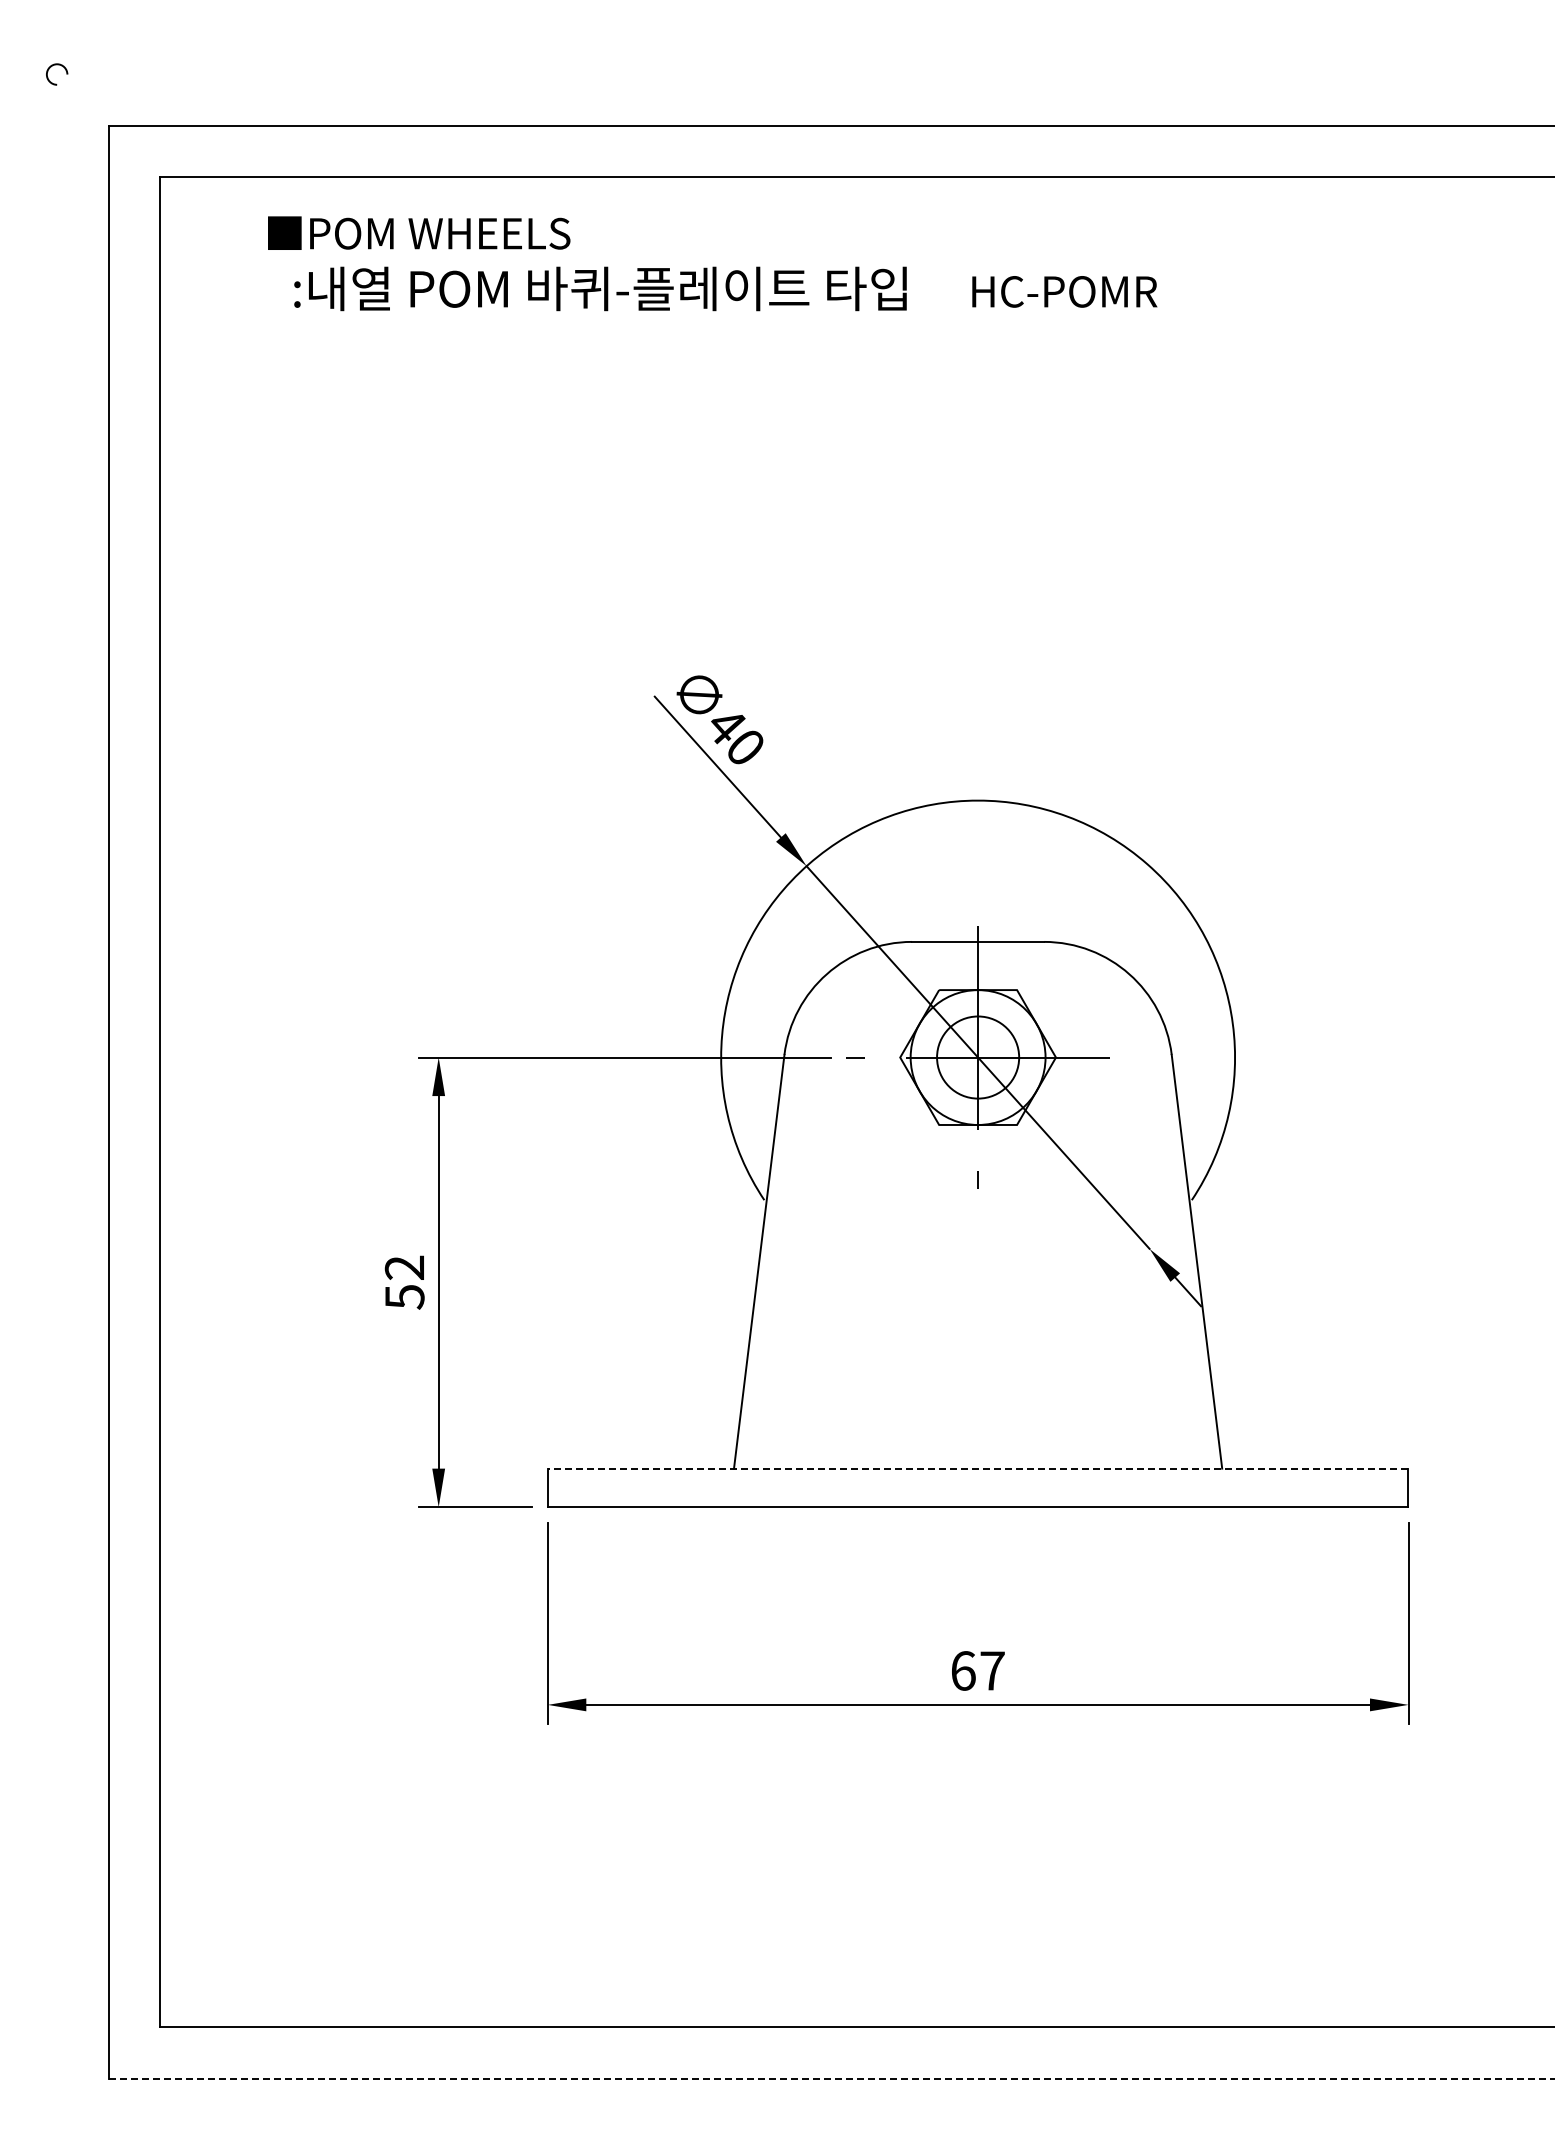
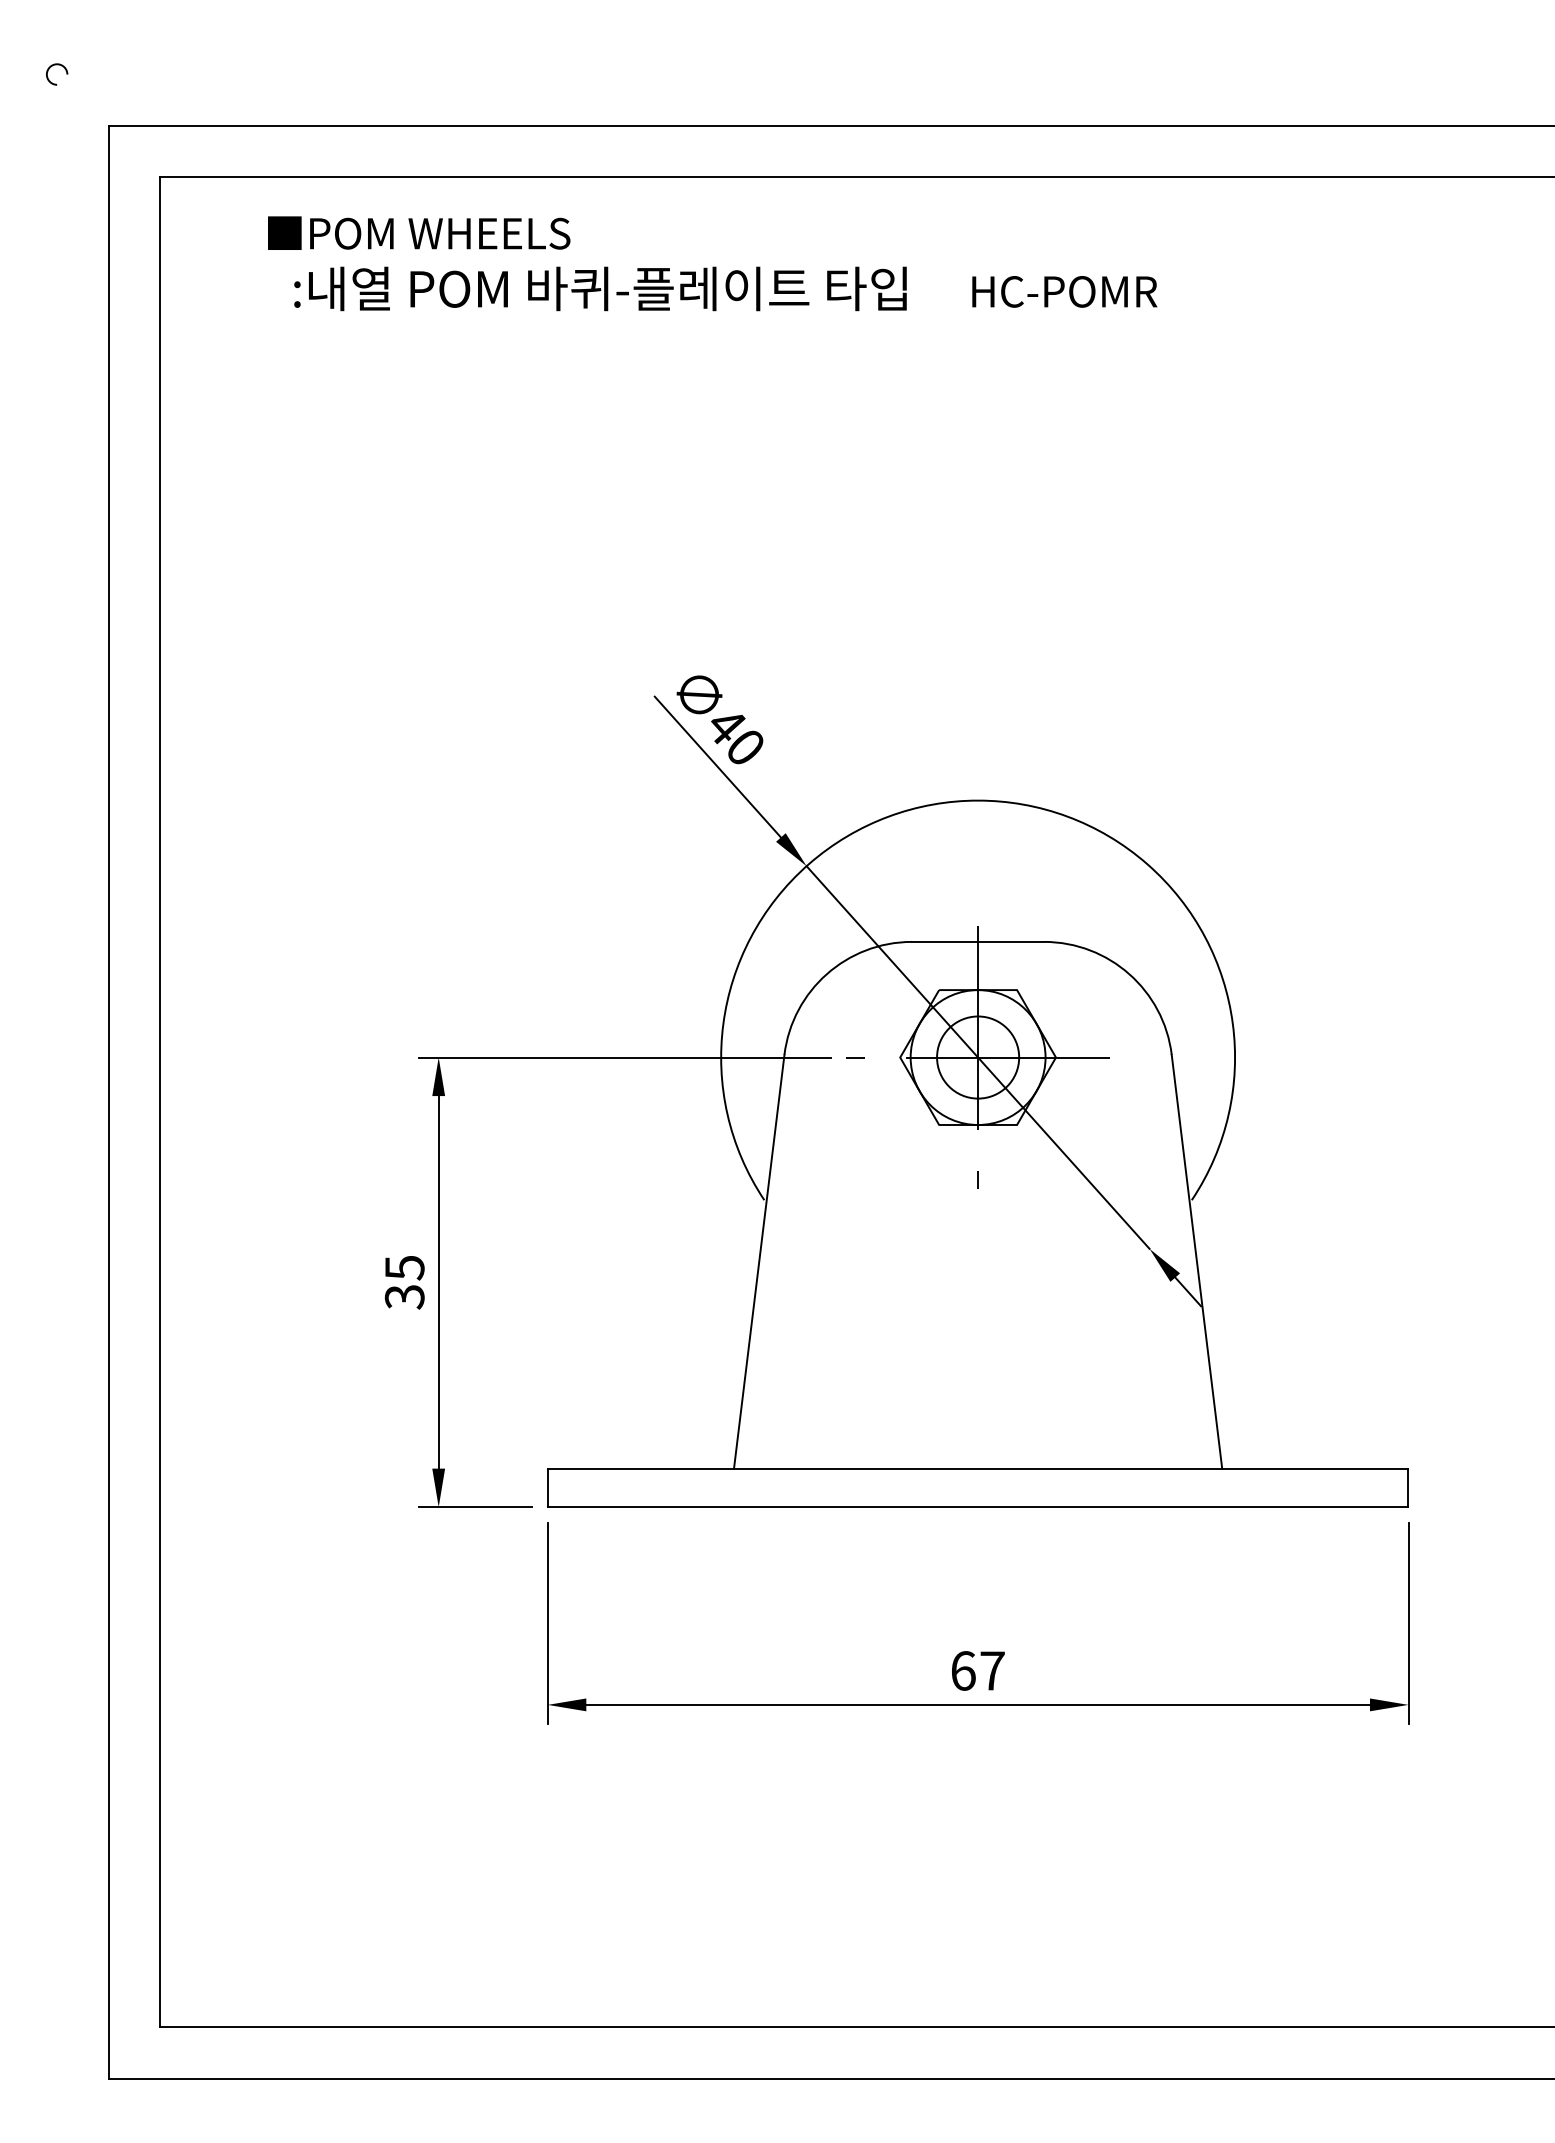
text at (404, 1282): 52 -> 35
line at (977, 1468): dashed -> solid
line at (831, 2078): dashed -> solid
